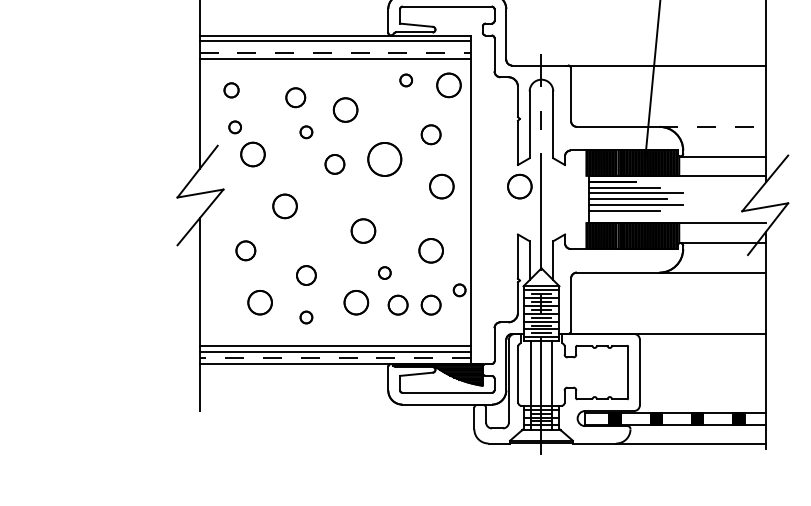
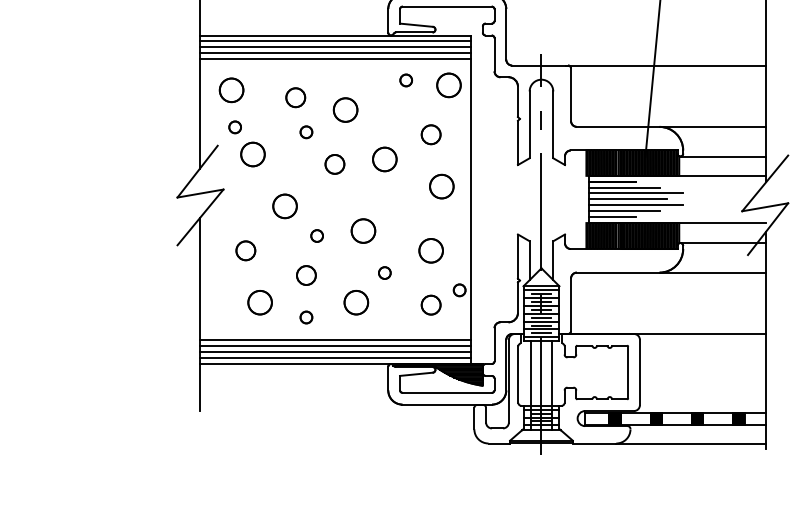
line at (334, 47): none -> present
line at (335, 53): dashed -> solid
part at (231, 90) size: 17x17 px -> 27x27 px
line at (713, 126): dashed -> solid
part at (384, 159) size: 36x35 px -> 26x27 px
part at (519, 186): present -> none
line at (612, 217): none -> present
circle at (316, 235): none -> present
part at (397, 304): present -> none
line at (334, 340): none -> present
line at (335, 357): dashed -> solid
